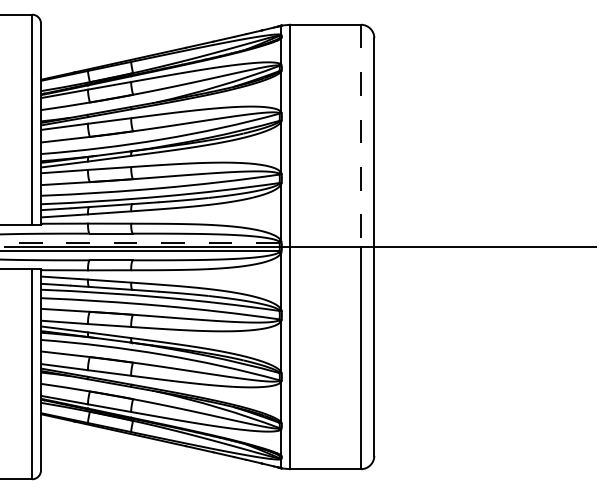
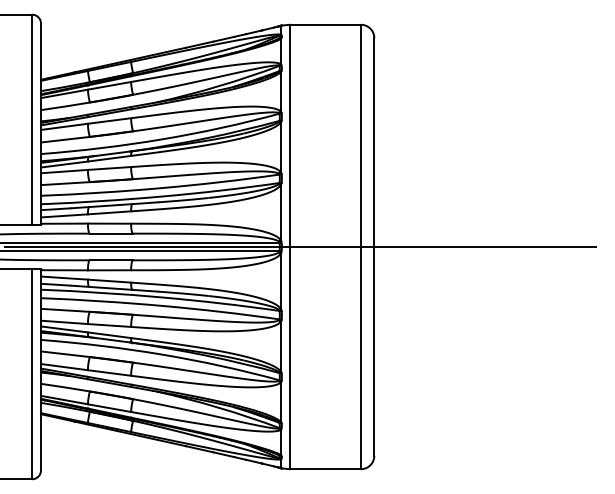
line at (360, 136): dashed -> solid
line at (139, 242): dashed -> solid
